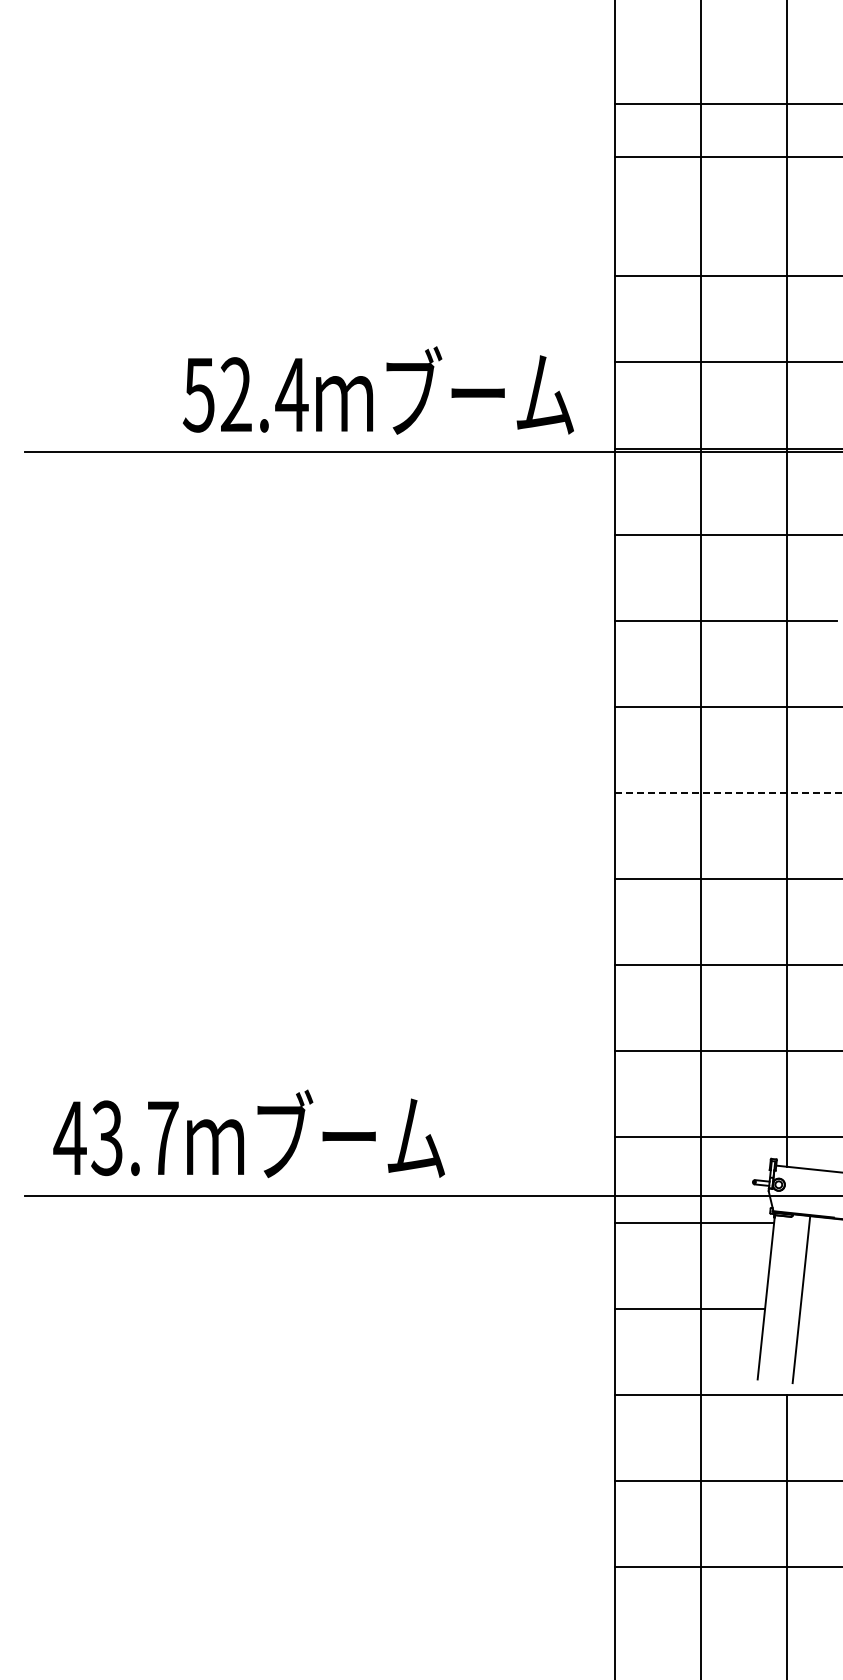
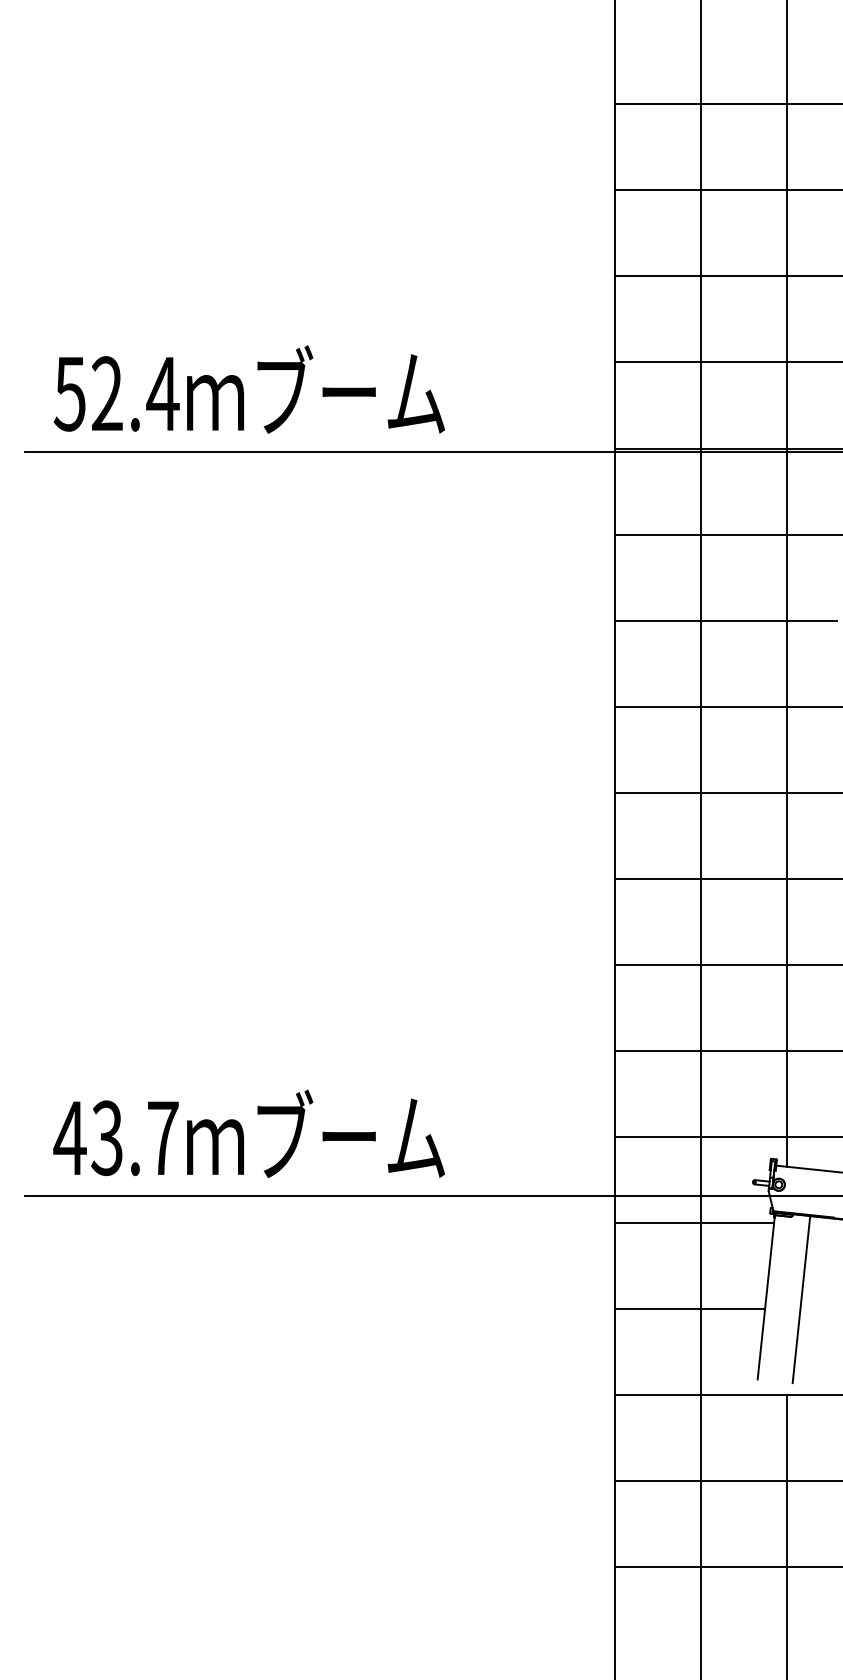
line at (726, 157) position: (726, 157) -> (726, 190)
text at (378, 390) position: (378, 390) -> (249, 389)
line at (728, 792): dashed -> solid
